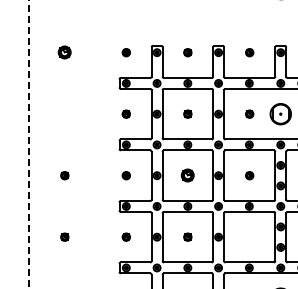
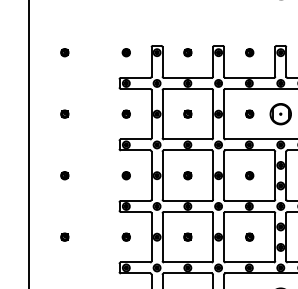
part at (64, 52) size: 15x15 px -> 10x10 px
part at (64, 113): none -> present
line at (29, 144): dashed -> solid
part at (187, 175) size: 15x15 px -> 10x10 px
part at (249, 236): none -> present
